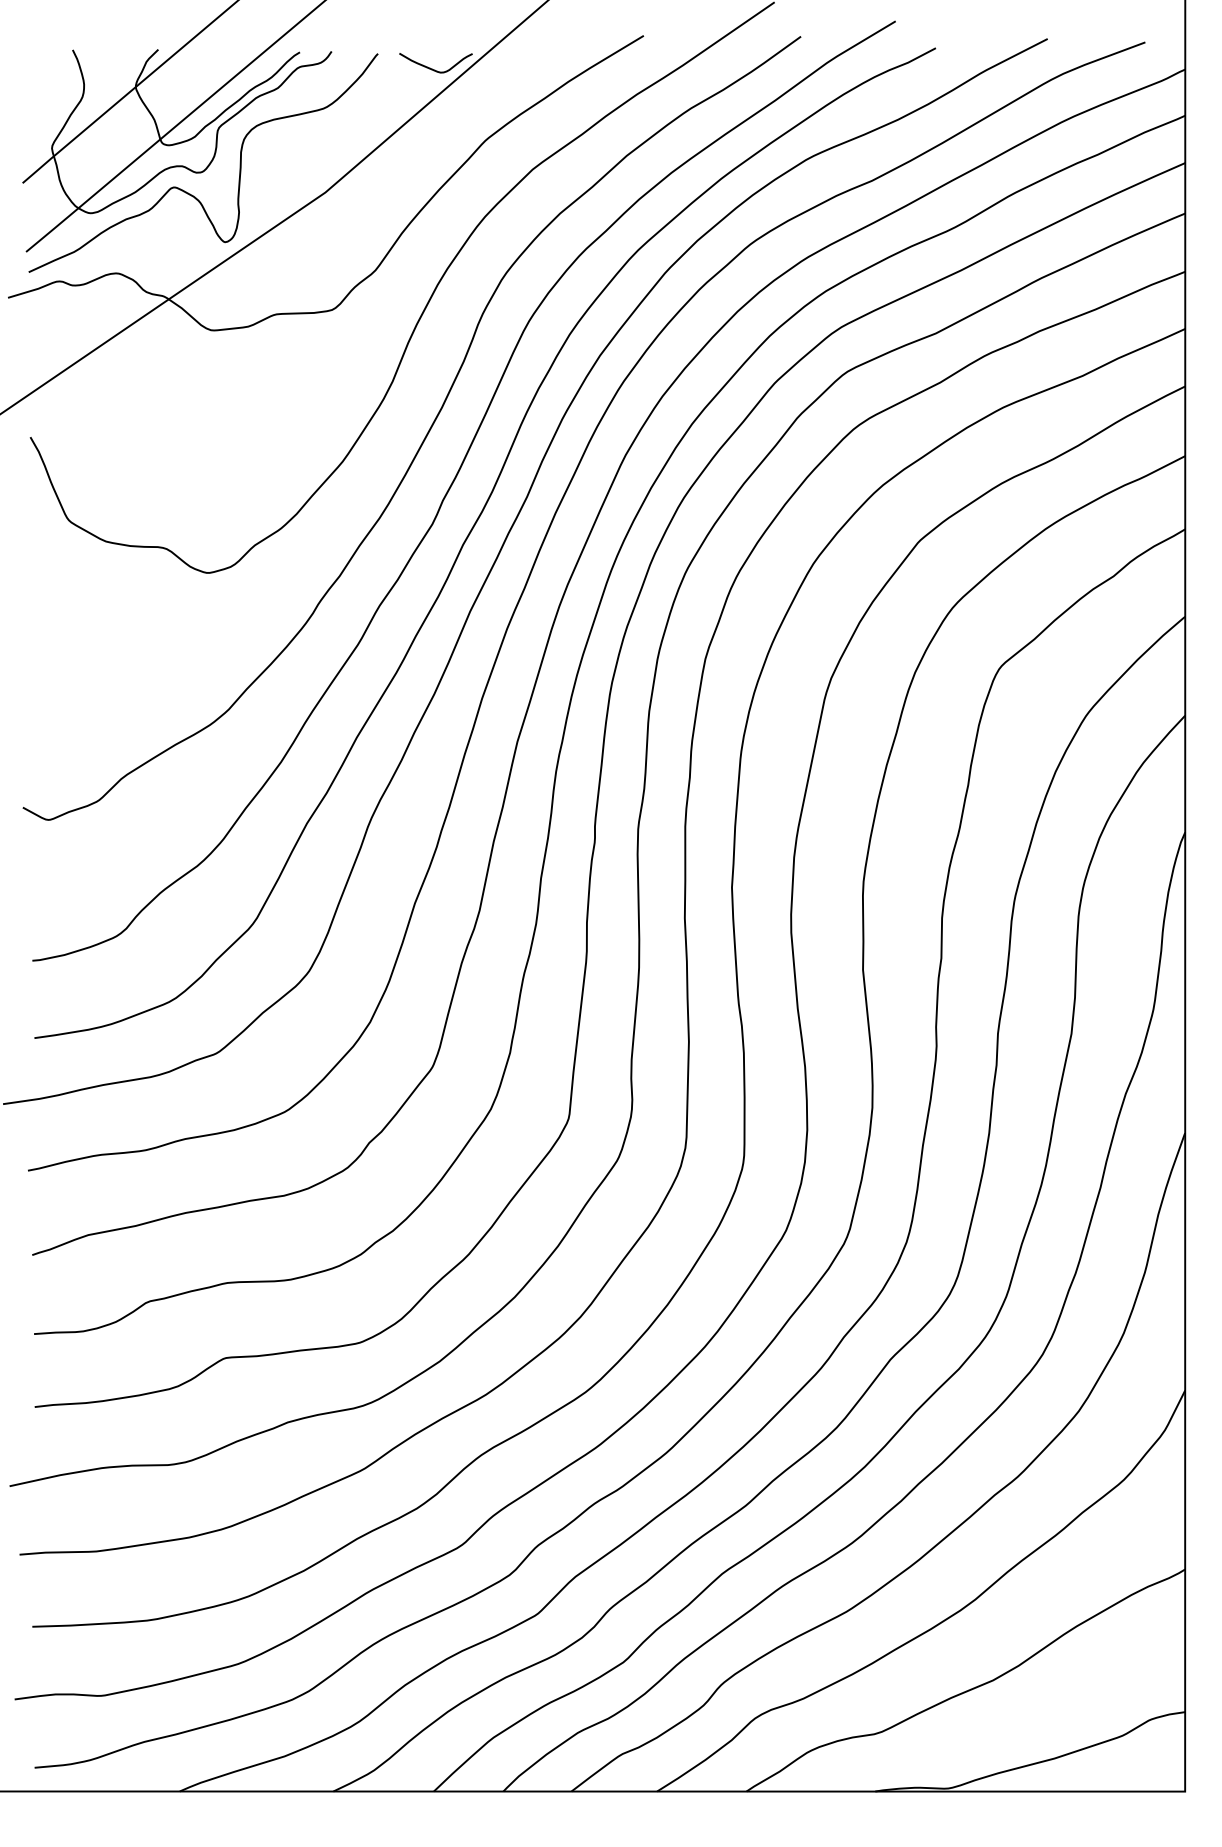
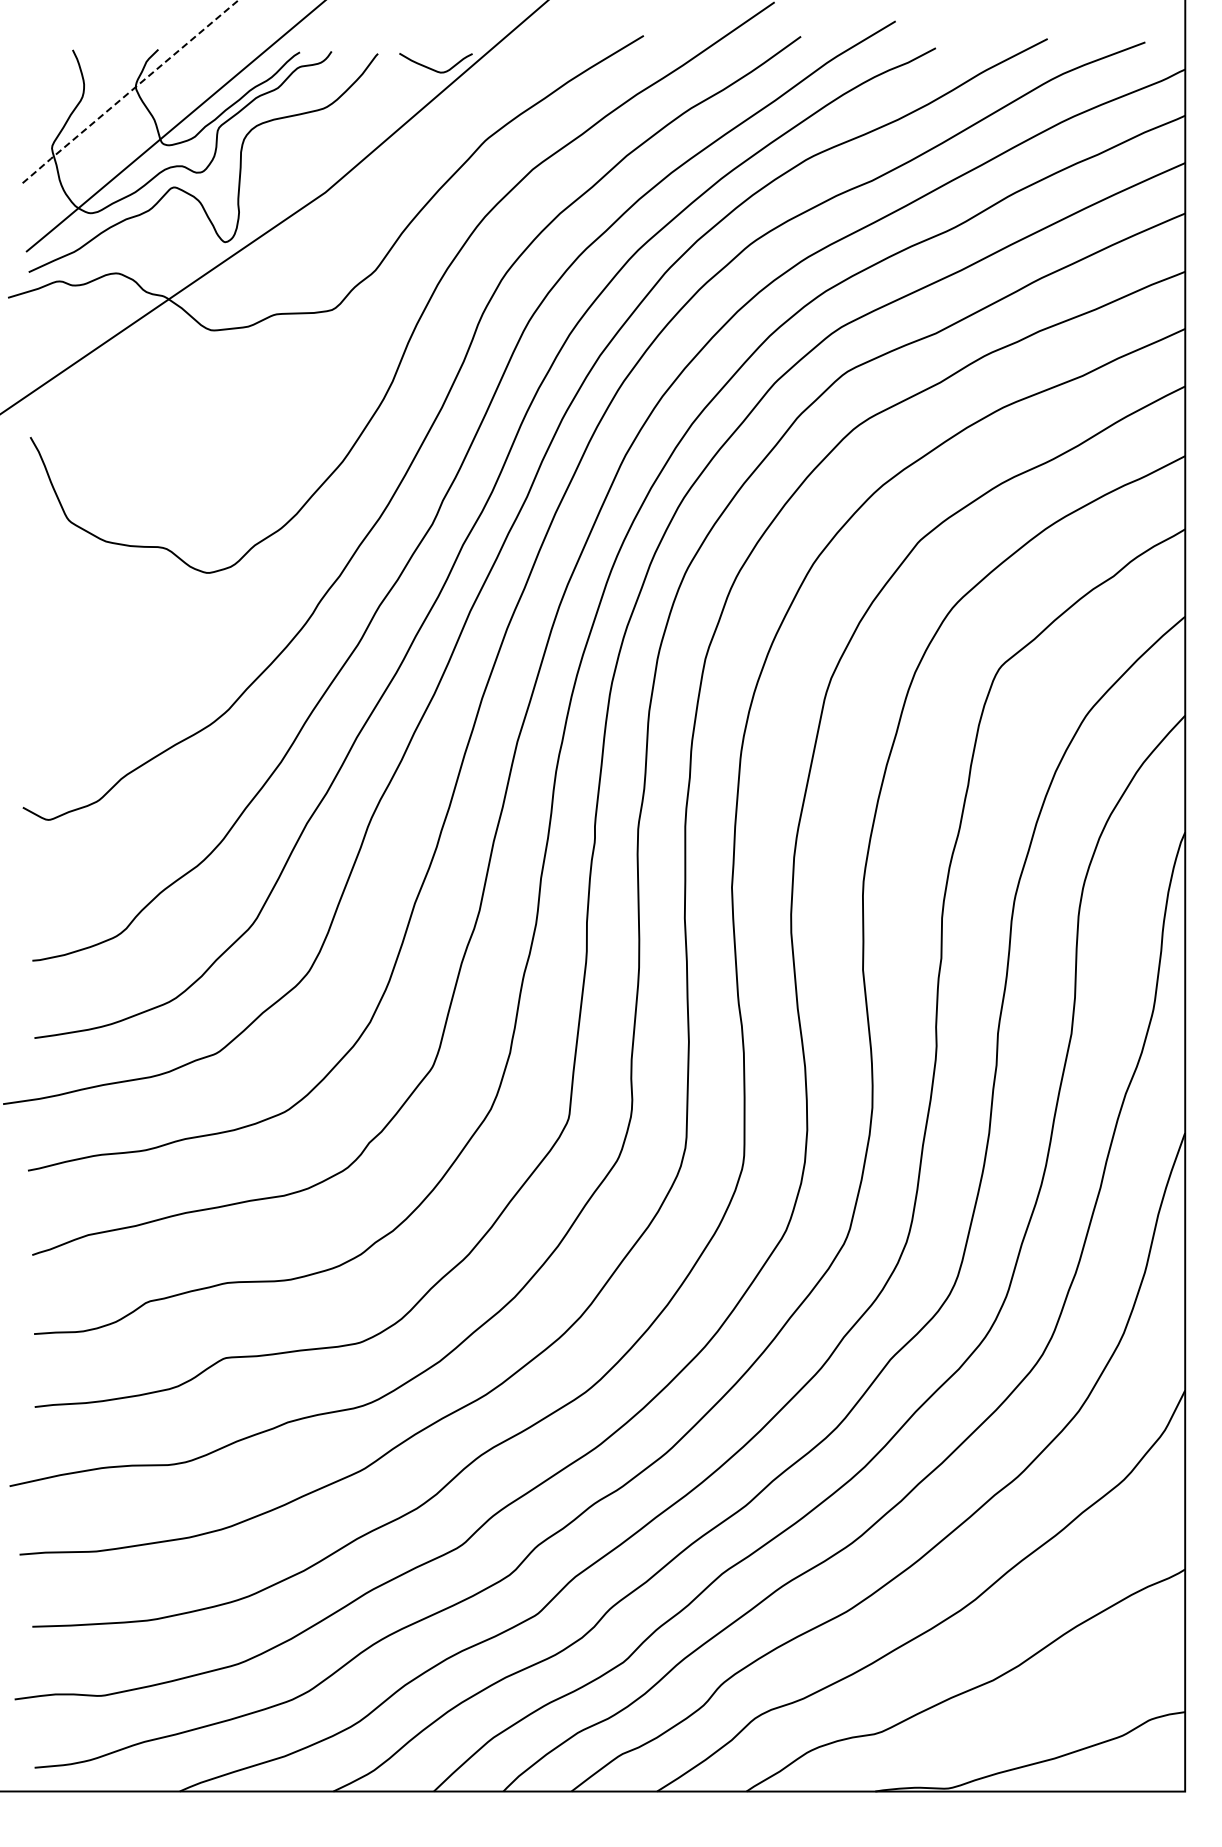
line at (129, 92): solid -> dashed
